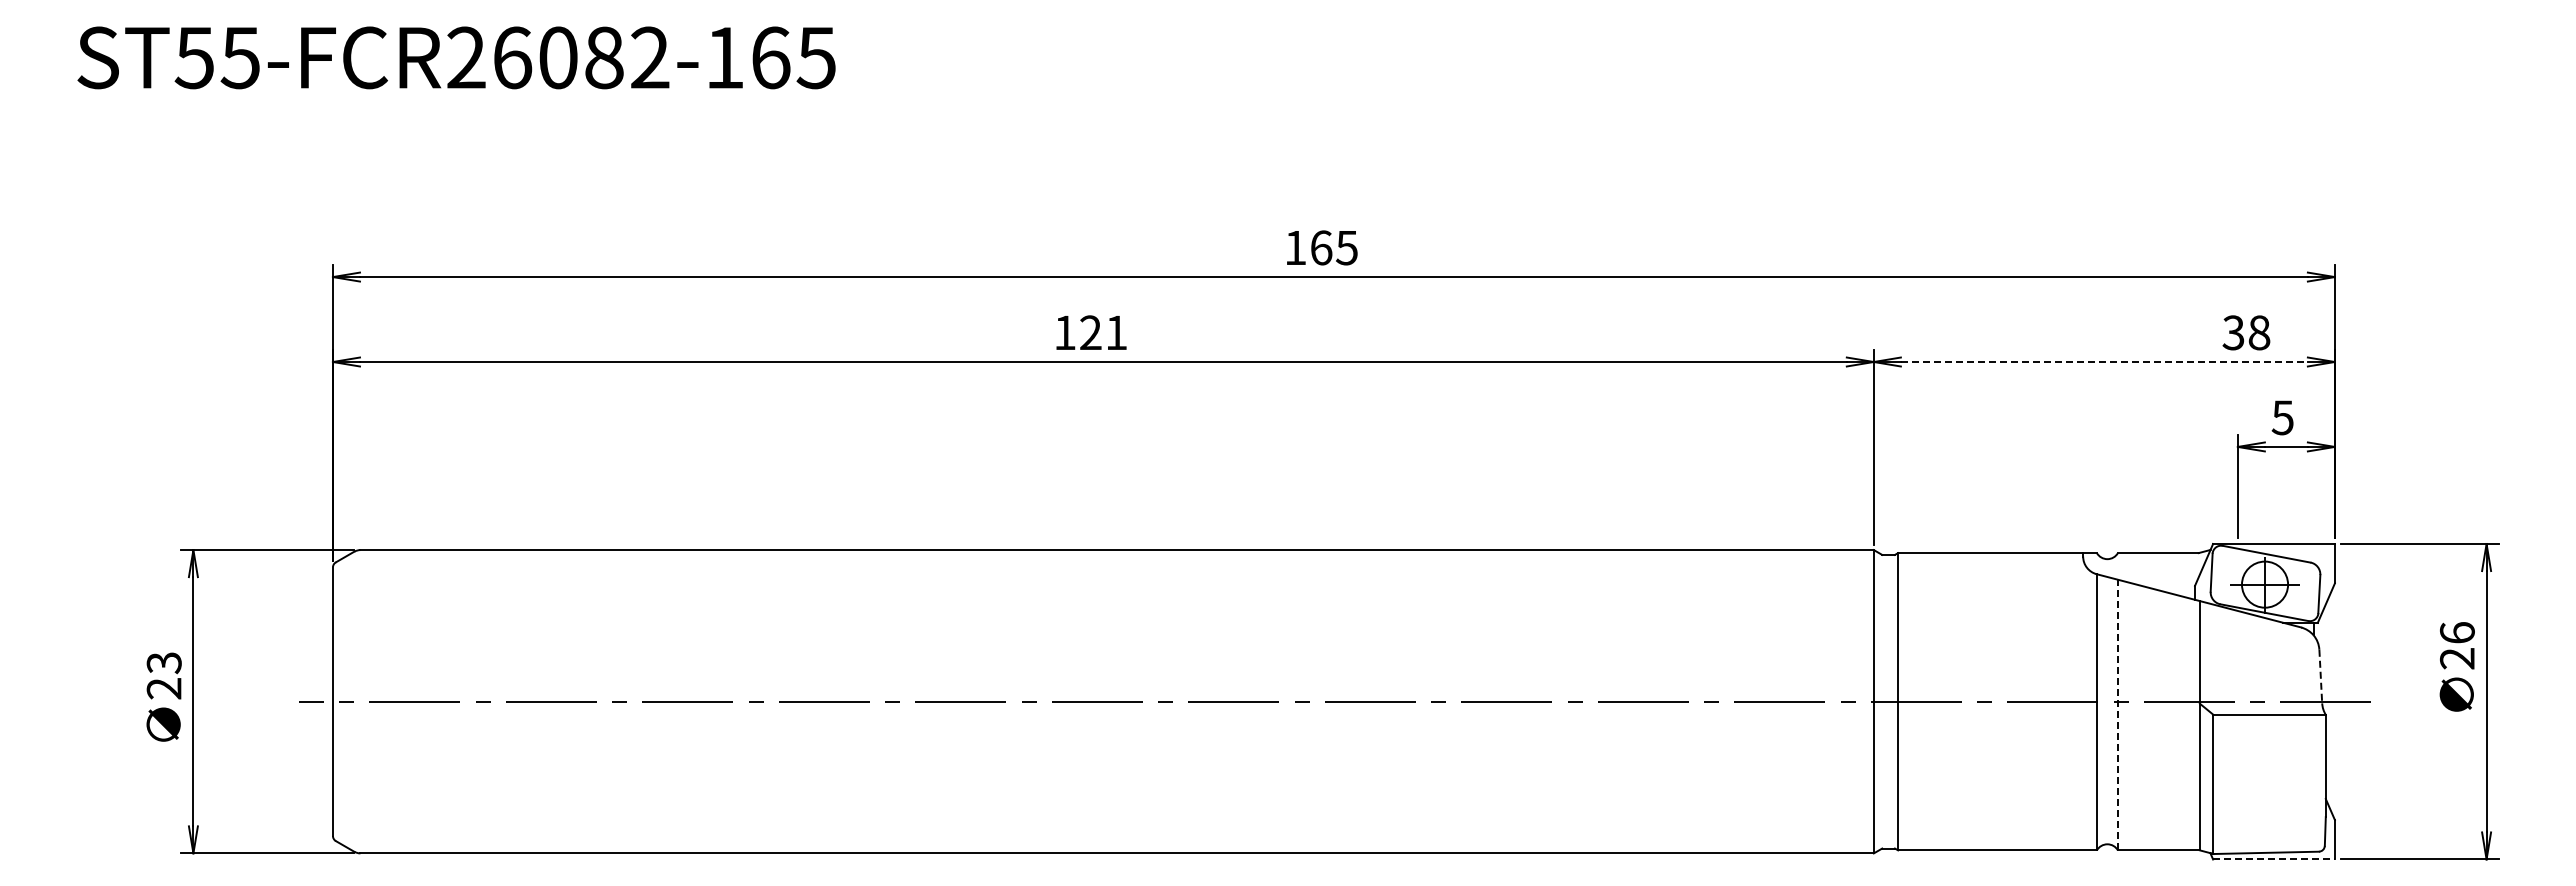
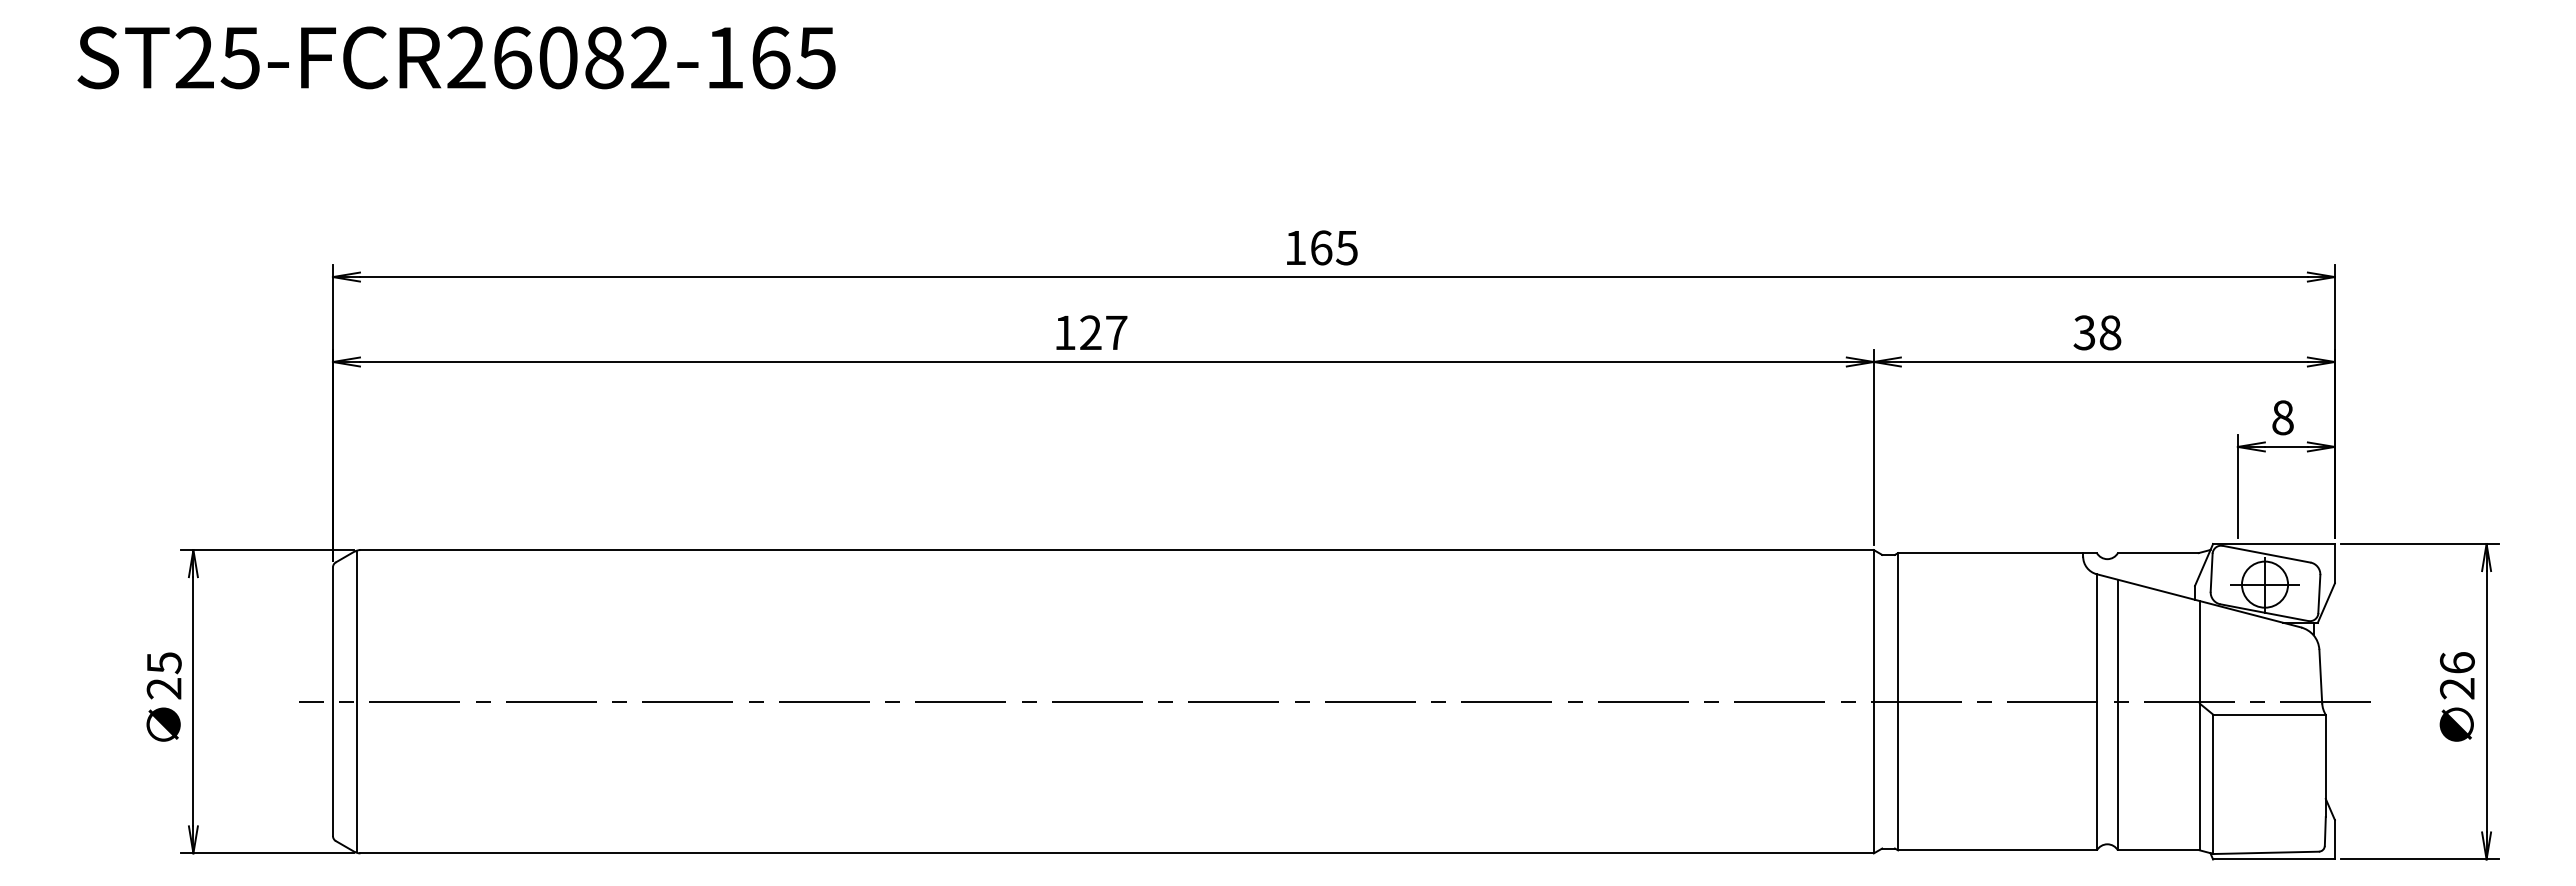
text at (193, 57): ST55-FCR26082-165 -> ST25-FCR26082-165
text at (1116, 332): 121 -> 127
text at (2246, 332) position: (2246, 332) -> (2097, 332)
line at (2104, 362): dashed -> solid
text at (2282, 417): 5 -> 8
text at (163, 663): 23 -> 25
text at (2456, 666) position: (2456, 666) -> (2456, 696)
line at (2320, 676): dashed -> solid
line at (357, 701): none -> present
line at (2117, 714): dashed -> solid
line at (2274, 859): dashed -> solid
